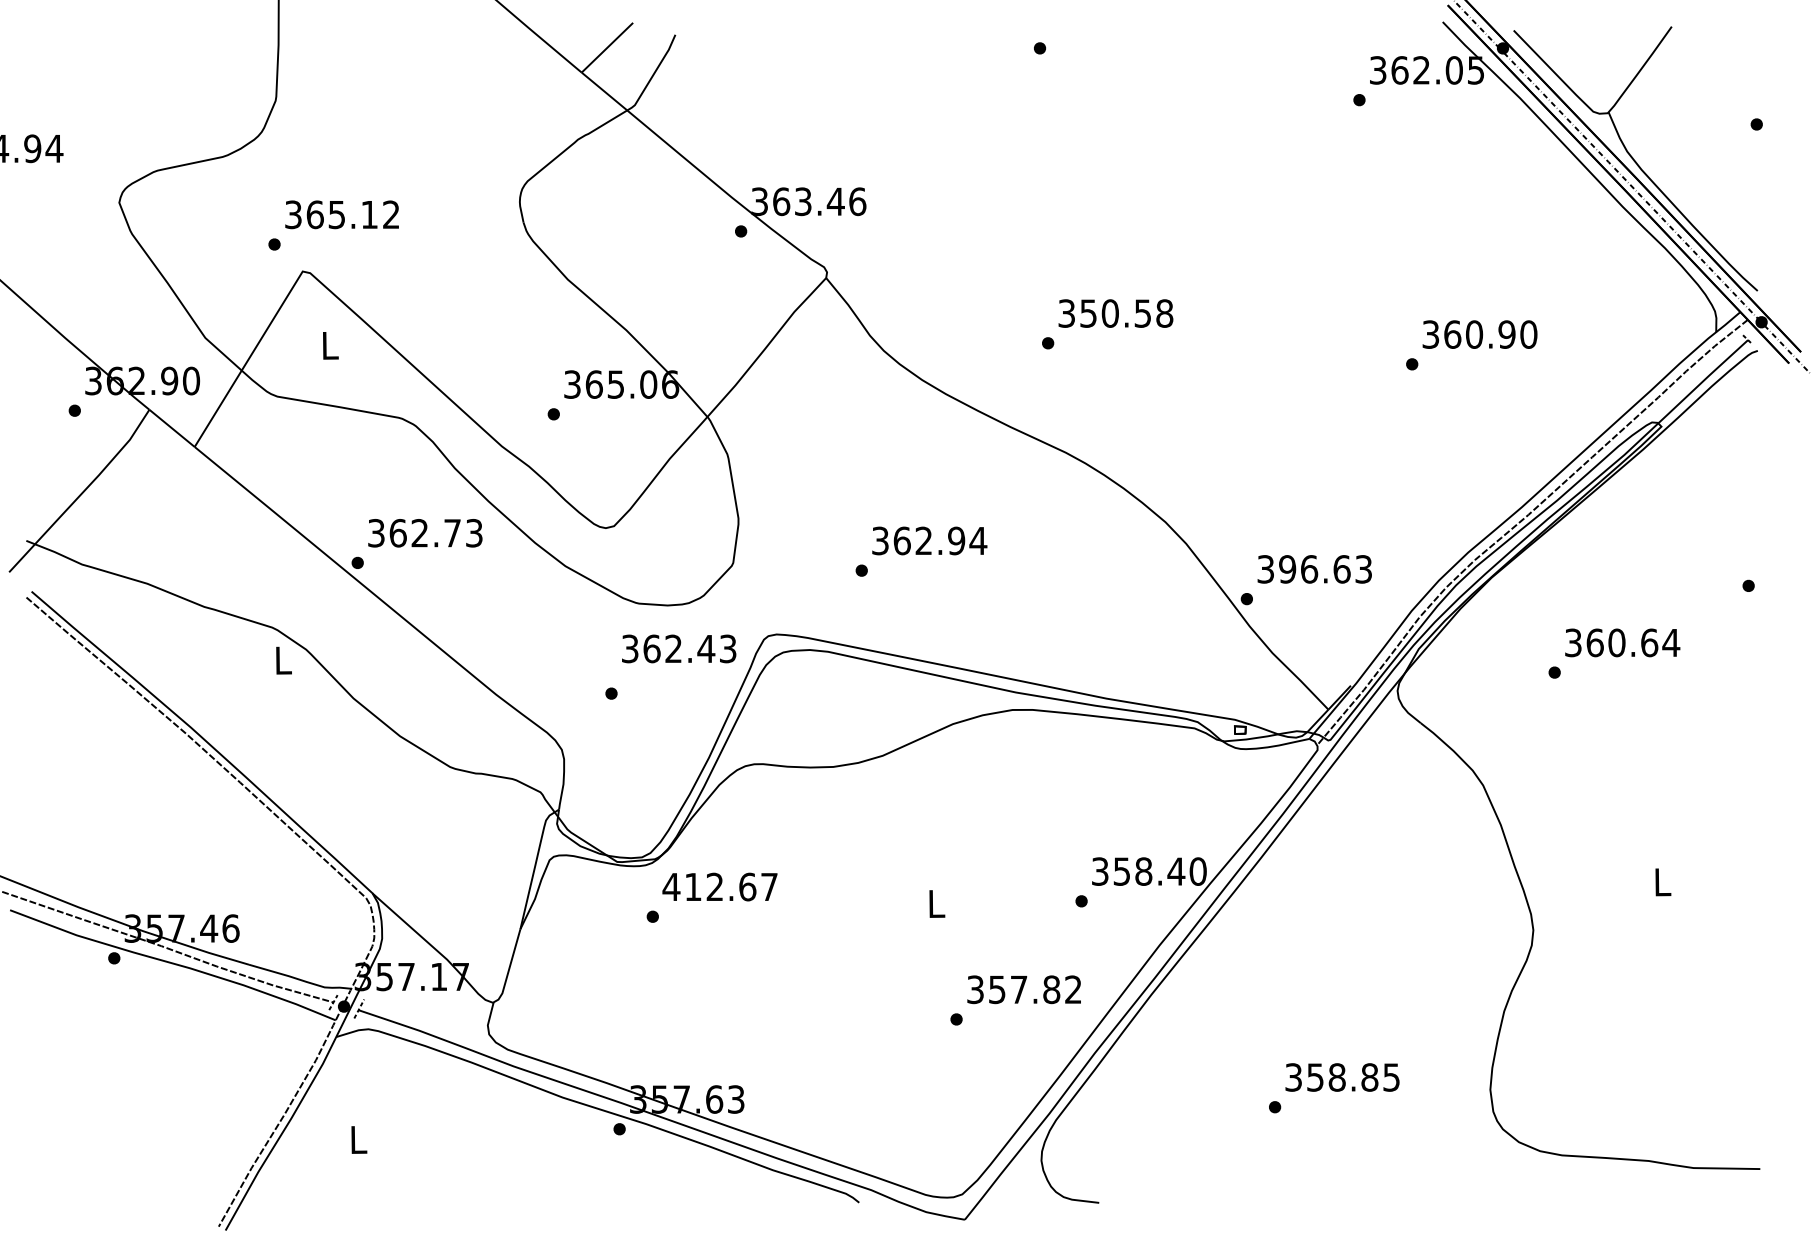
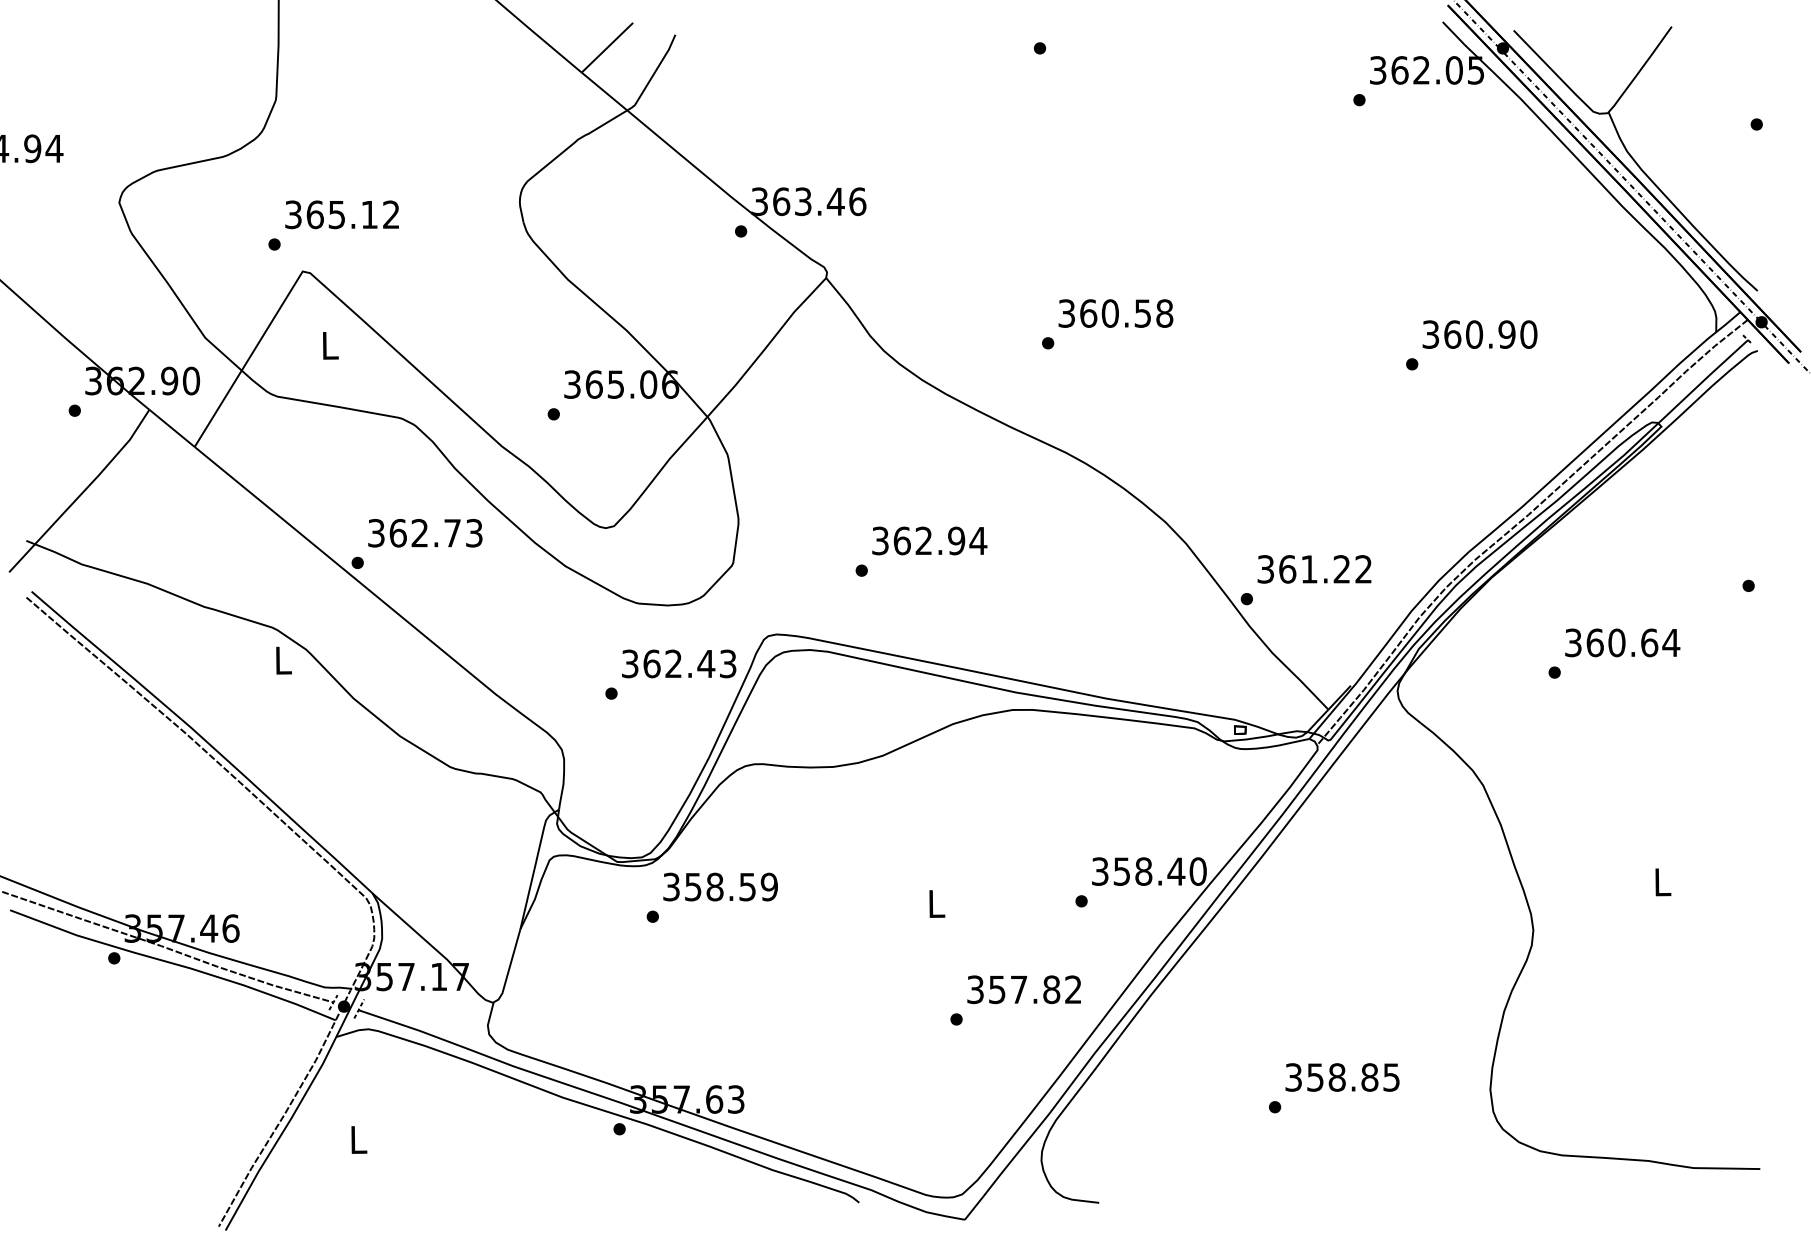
text at (1088, 313): 350.58 -> 360.58
text at (1325, 569): 396.63 -> 361.22
text at (679, 648) position: (679, 648) -> (679, 663)
text at (719, 886): 412.67 -> 358.59
